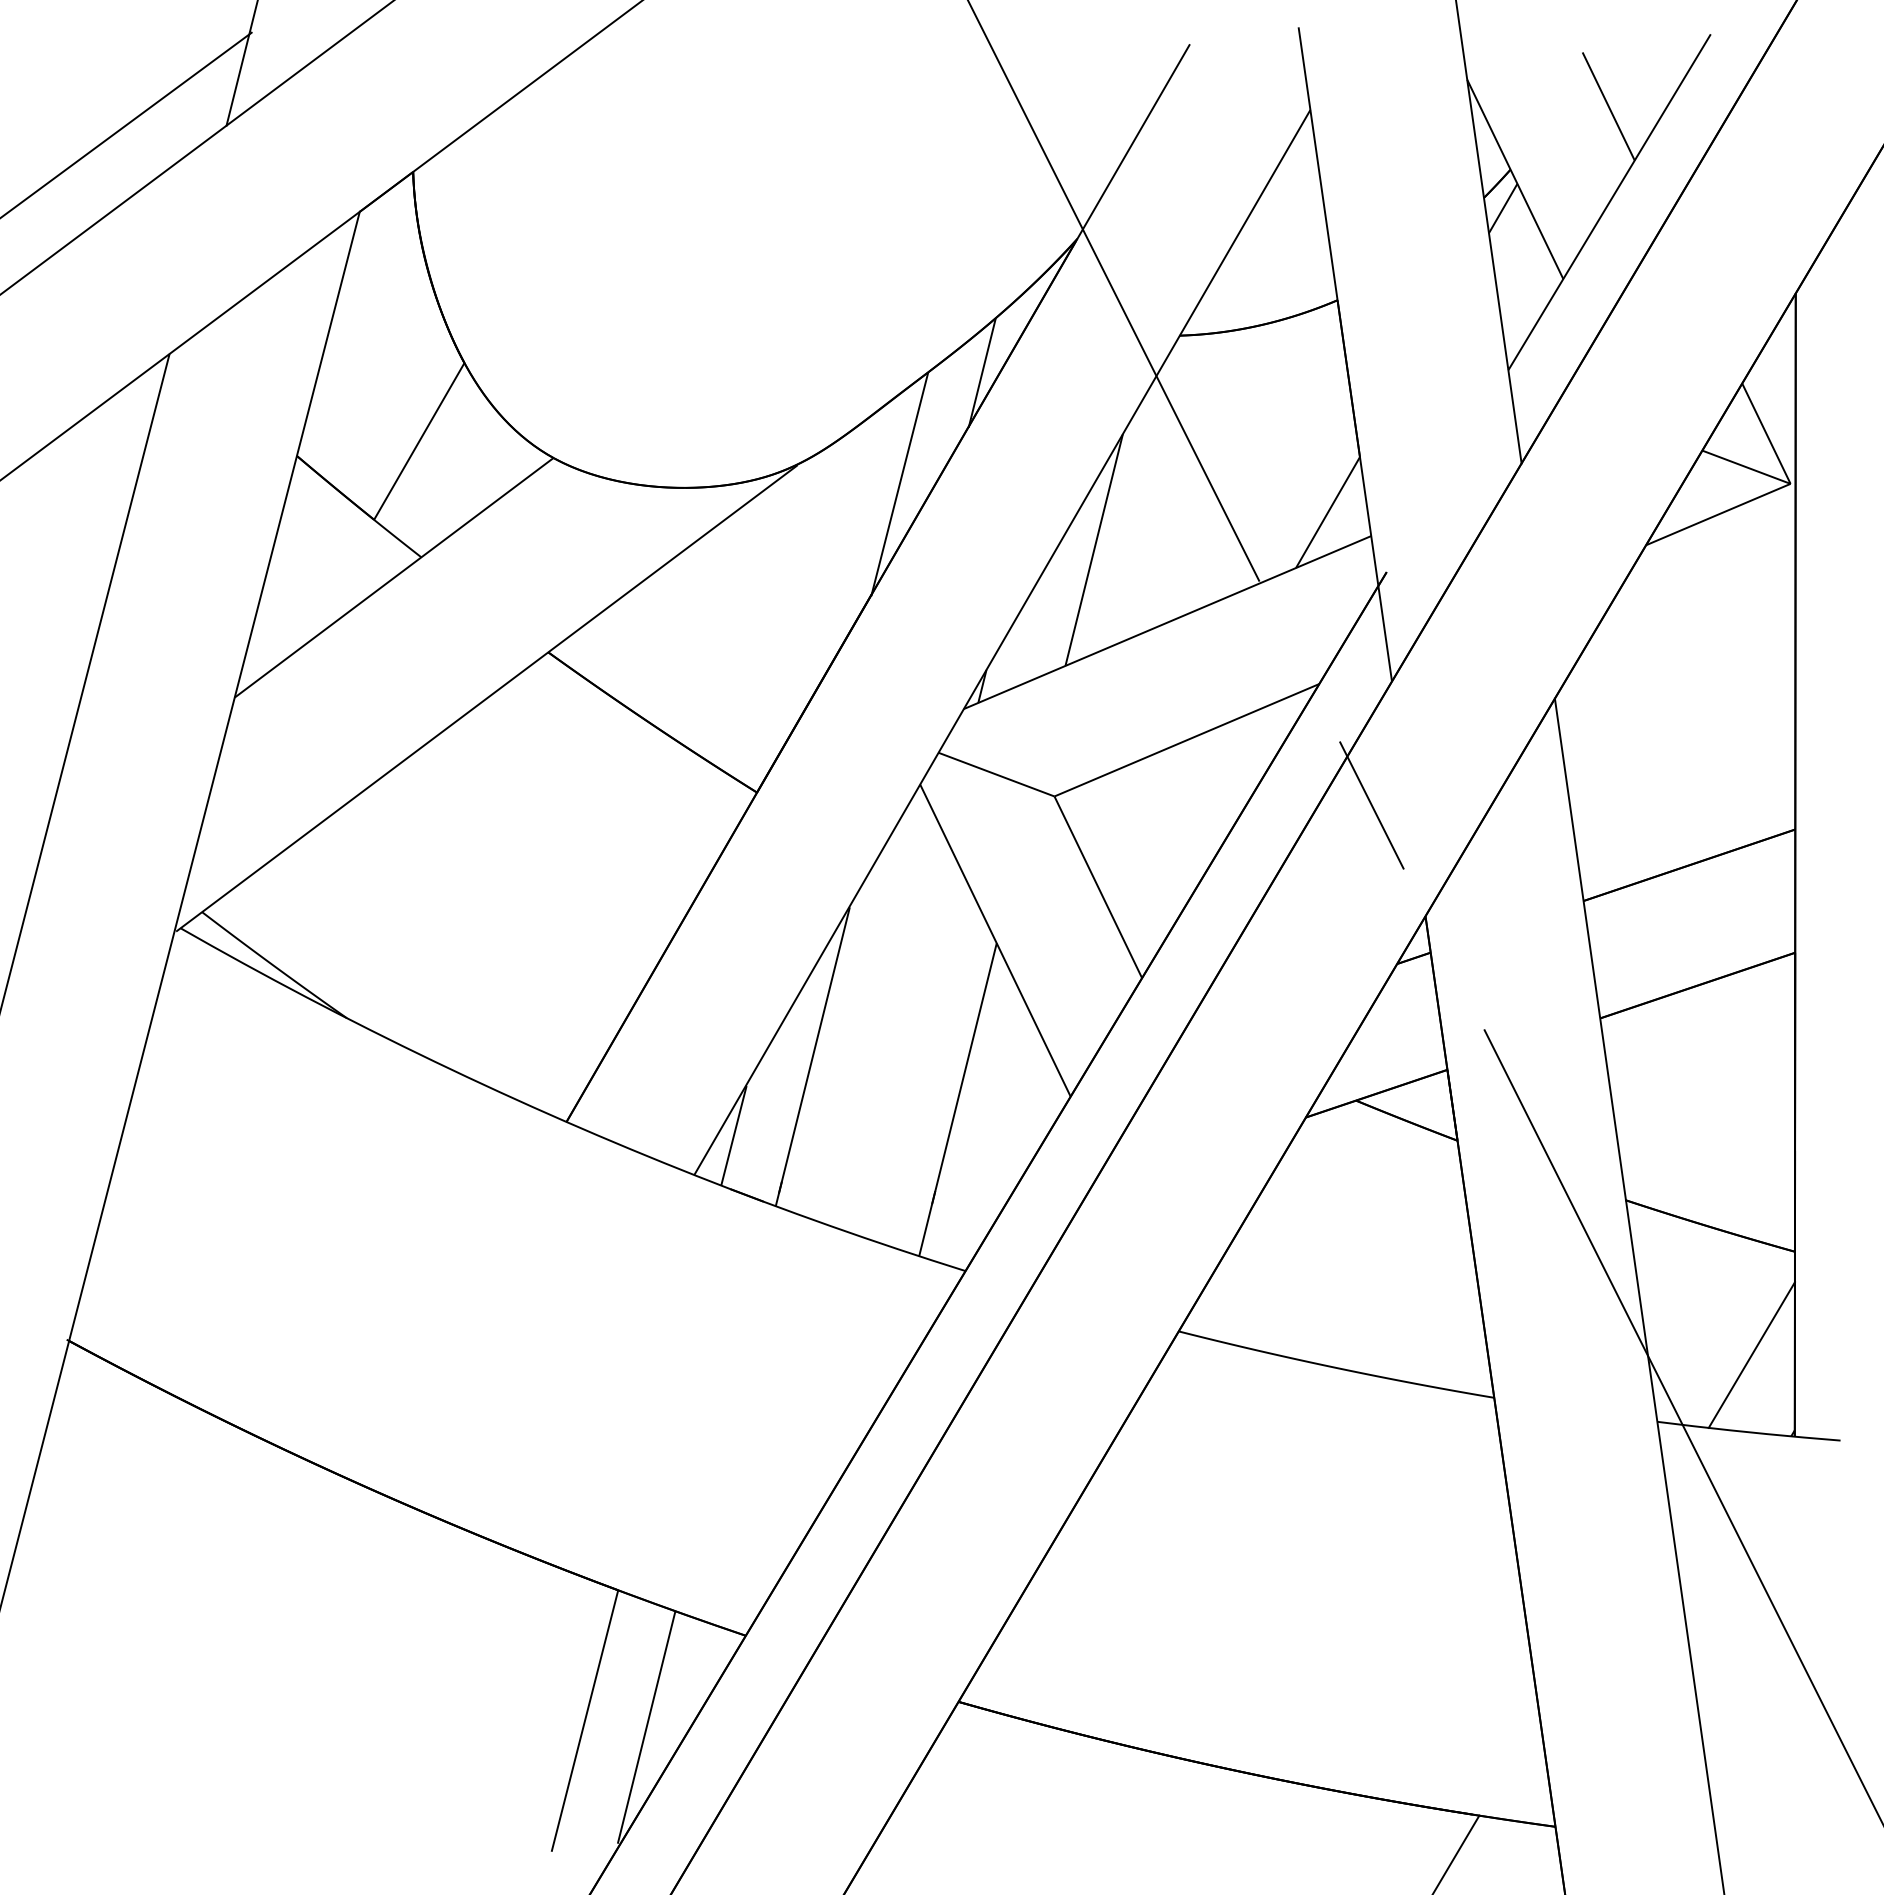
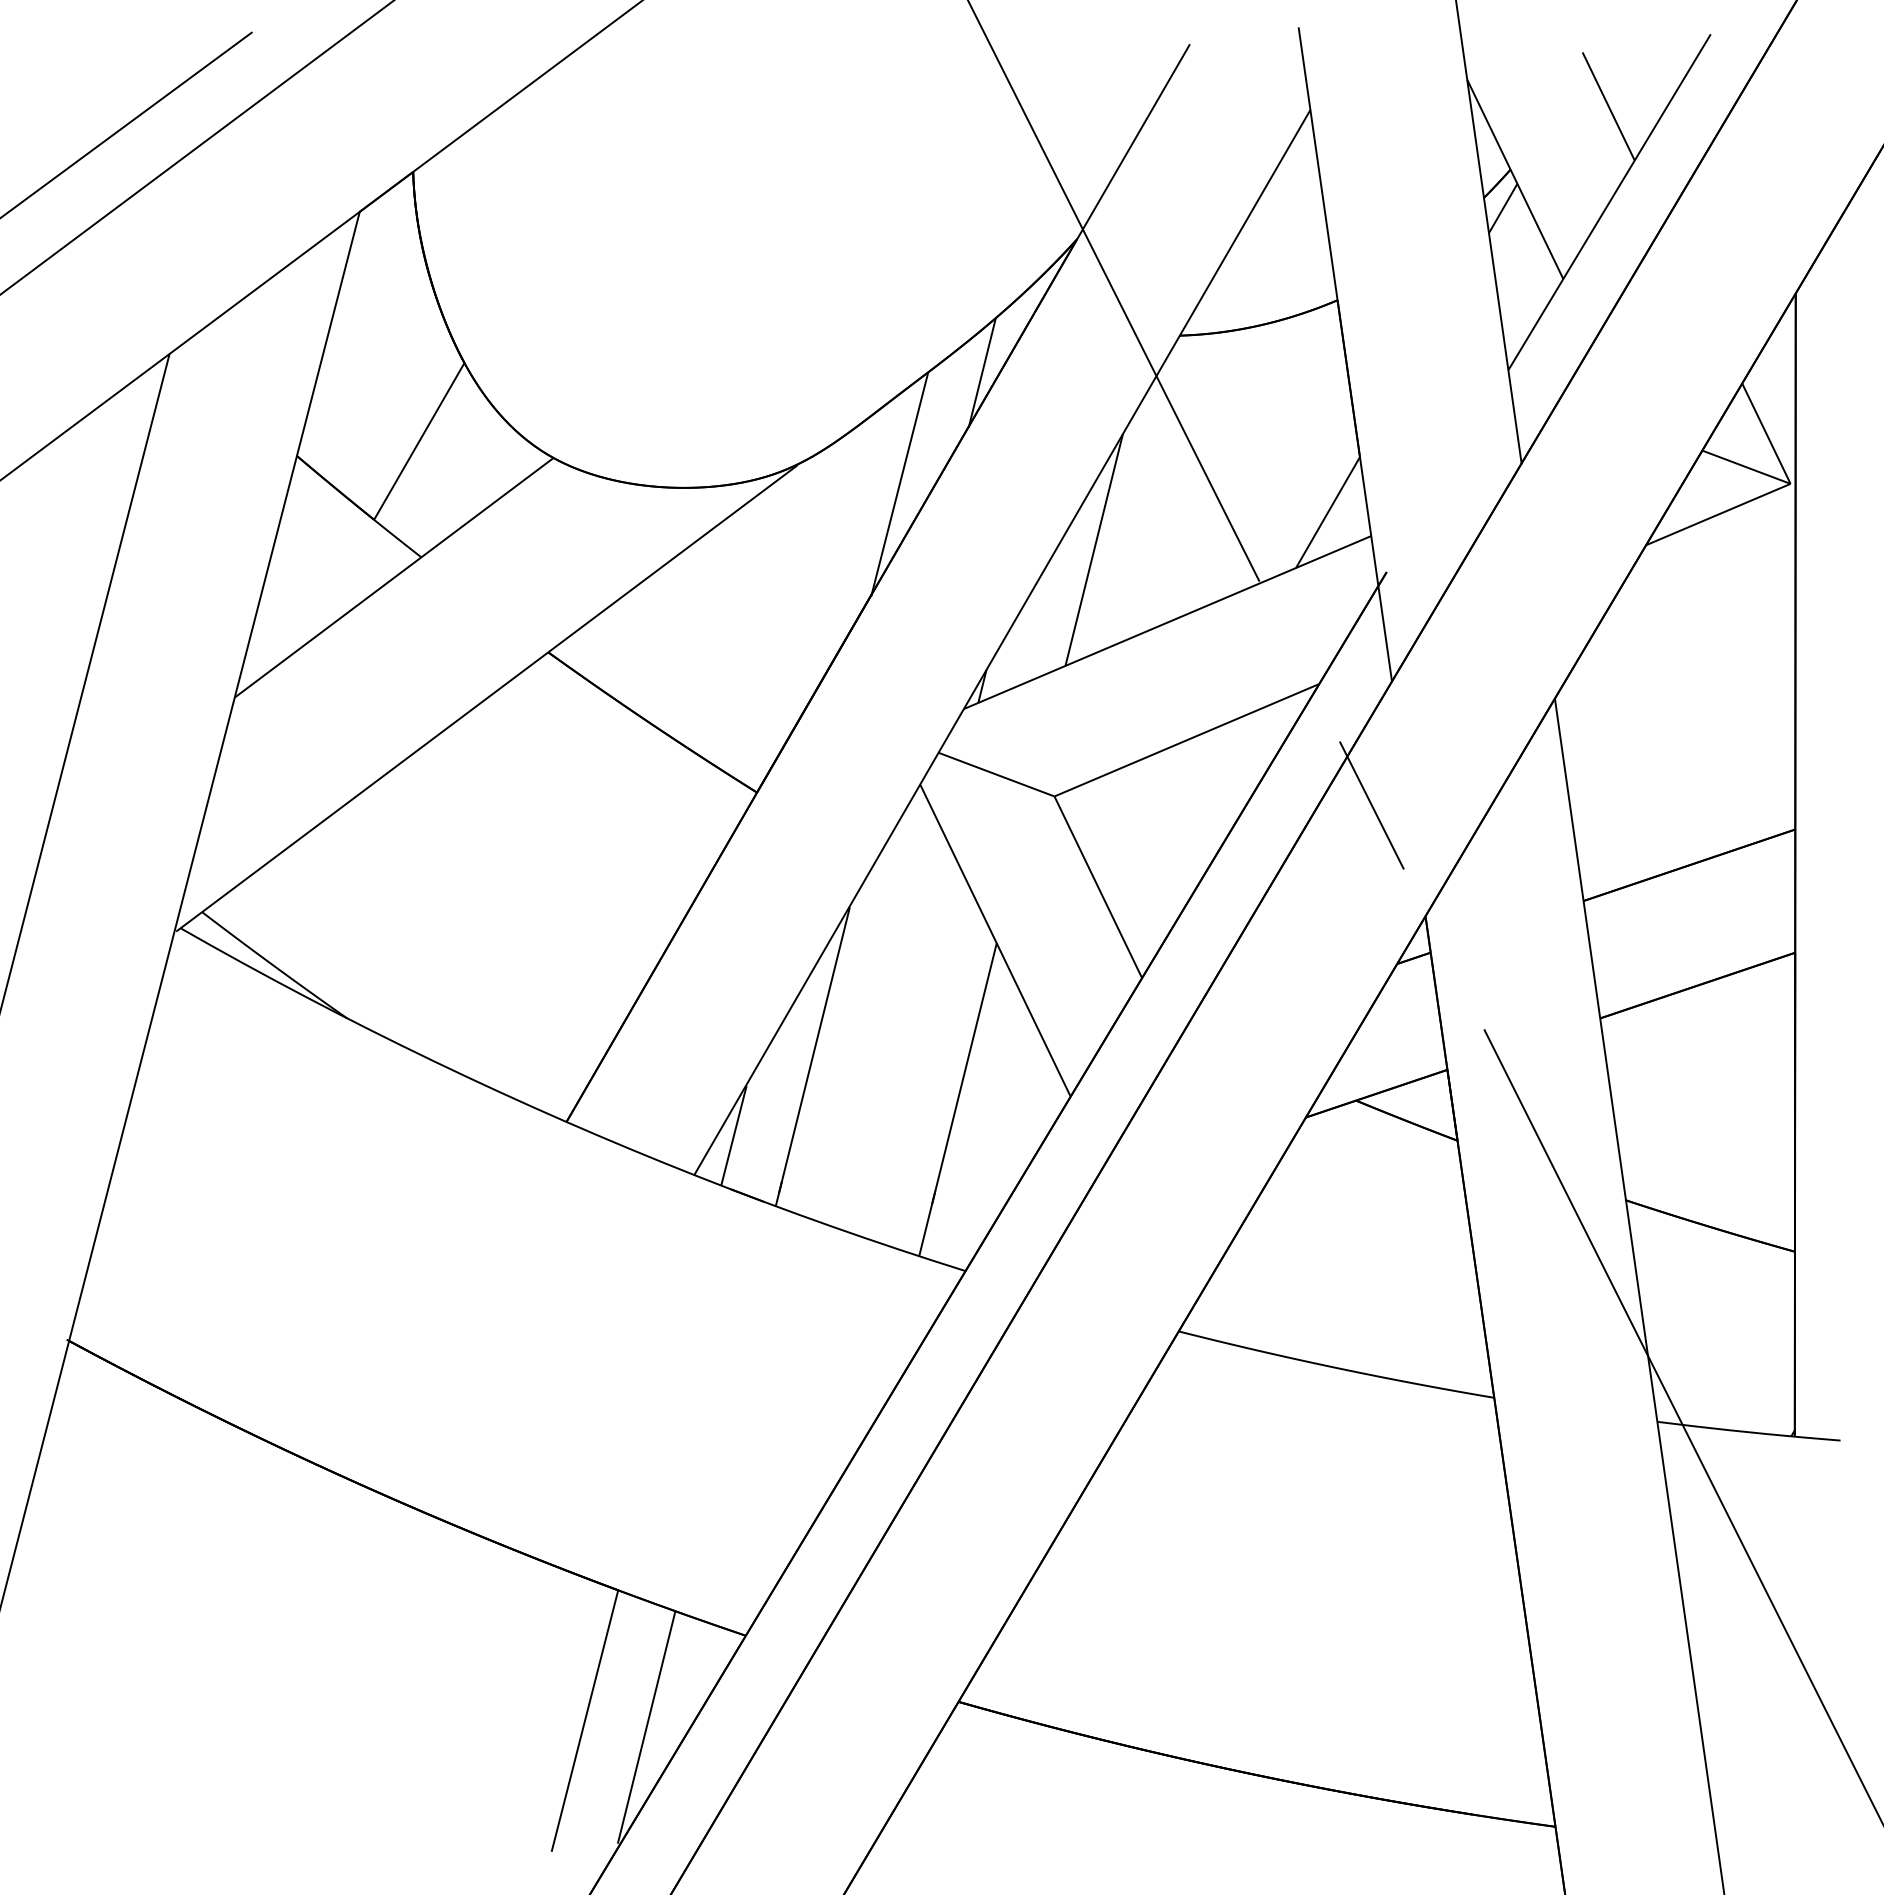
line at (241, 63): present -> none
line at (1751, 1354): present -> none
line at (1456, 1853): present -> none
